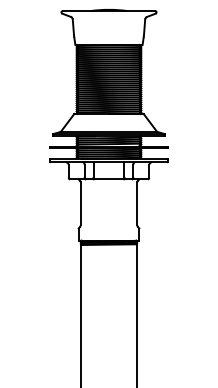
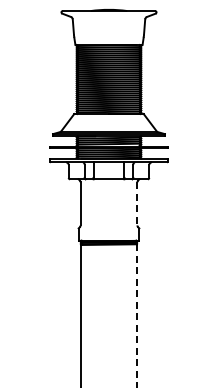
line at (137, 203): solid -> dashed
line at (136, 316): solid -> dashed
